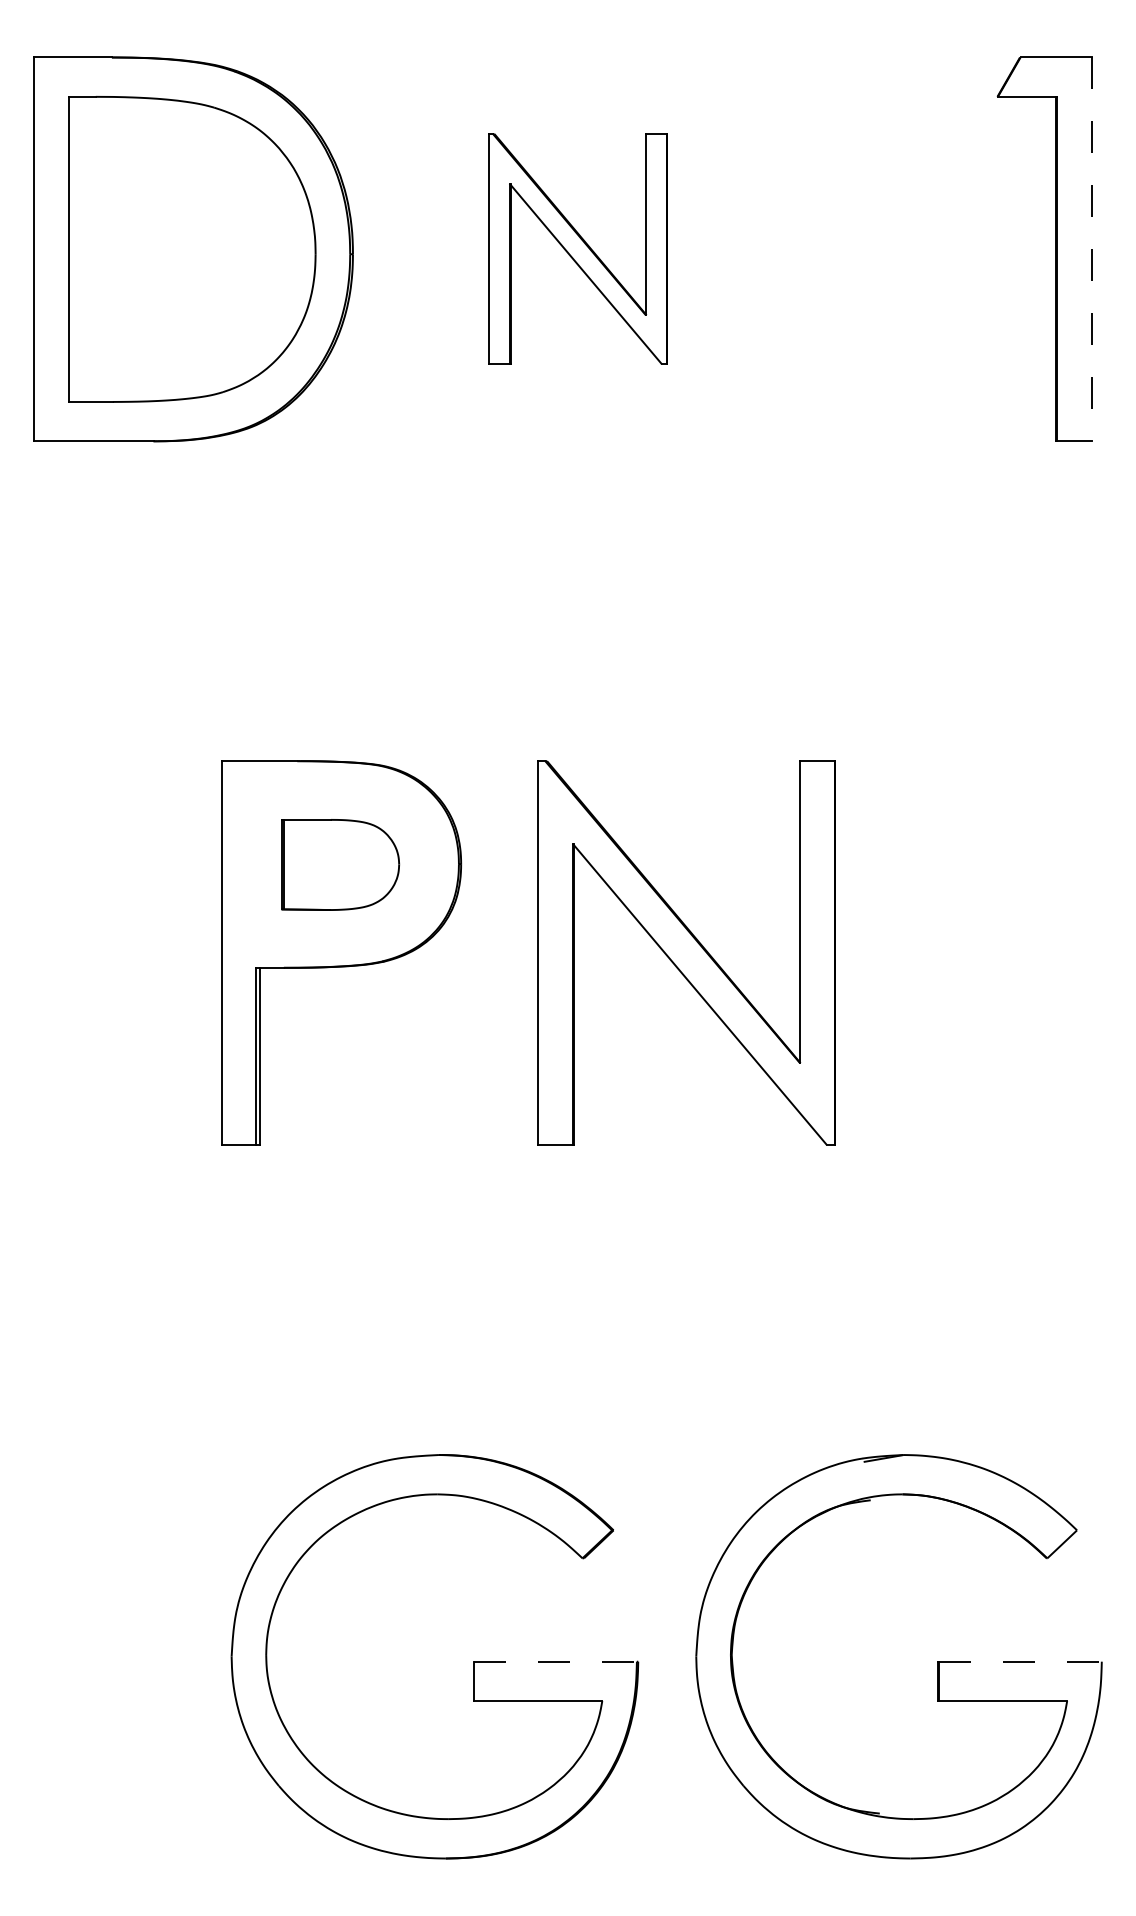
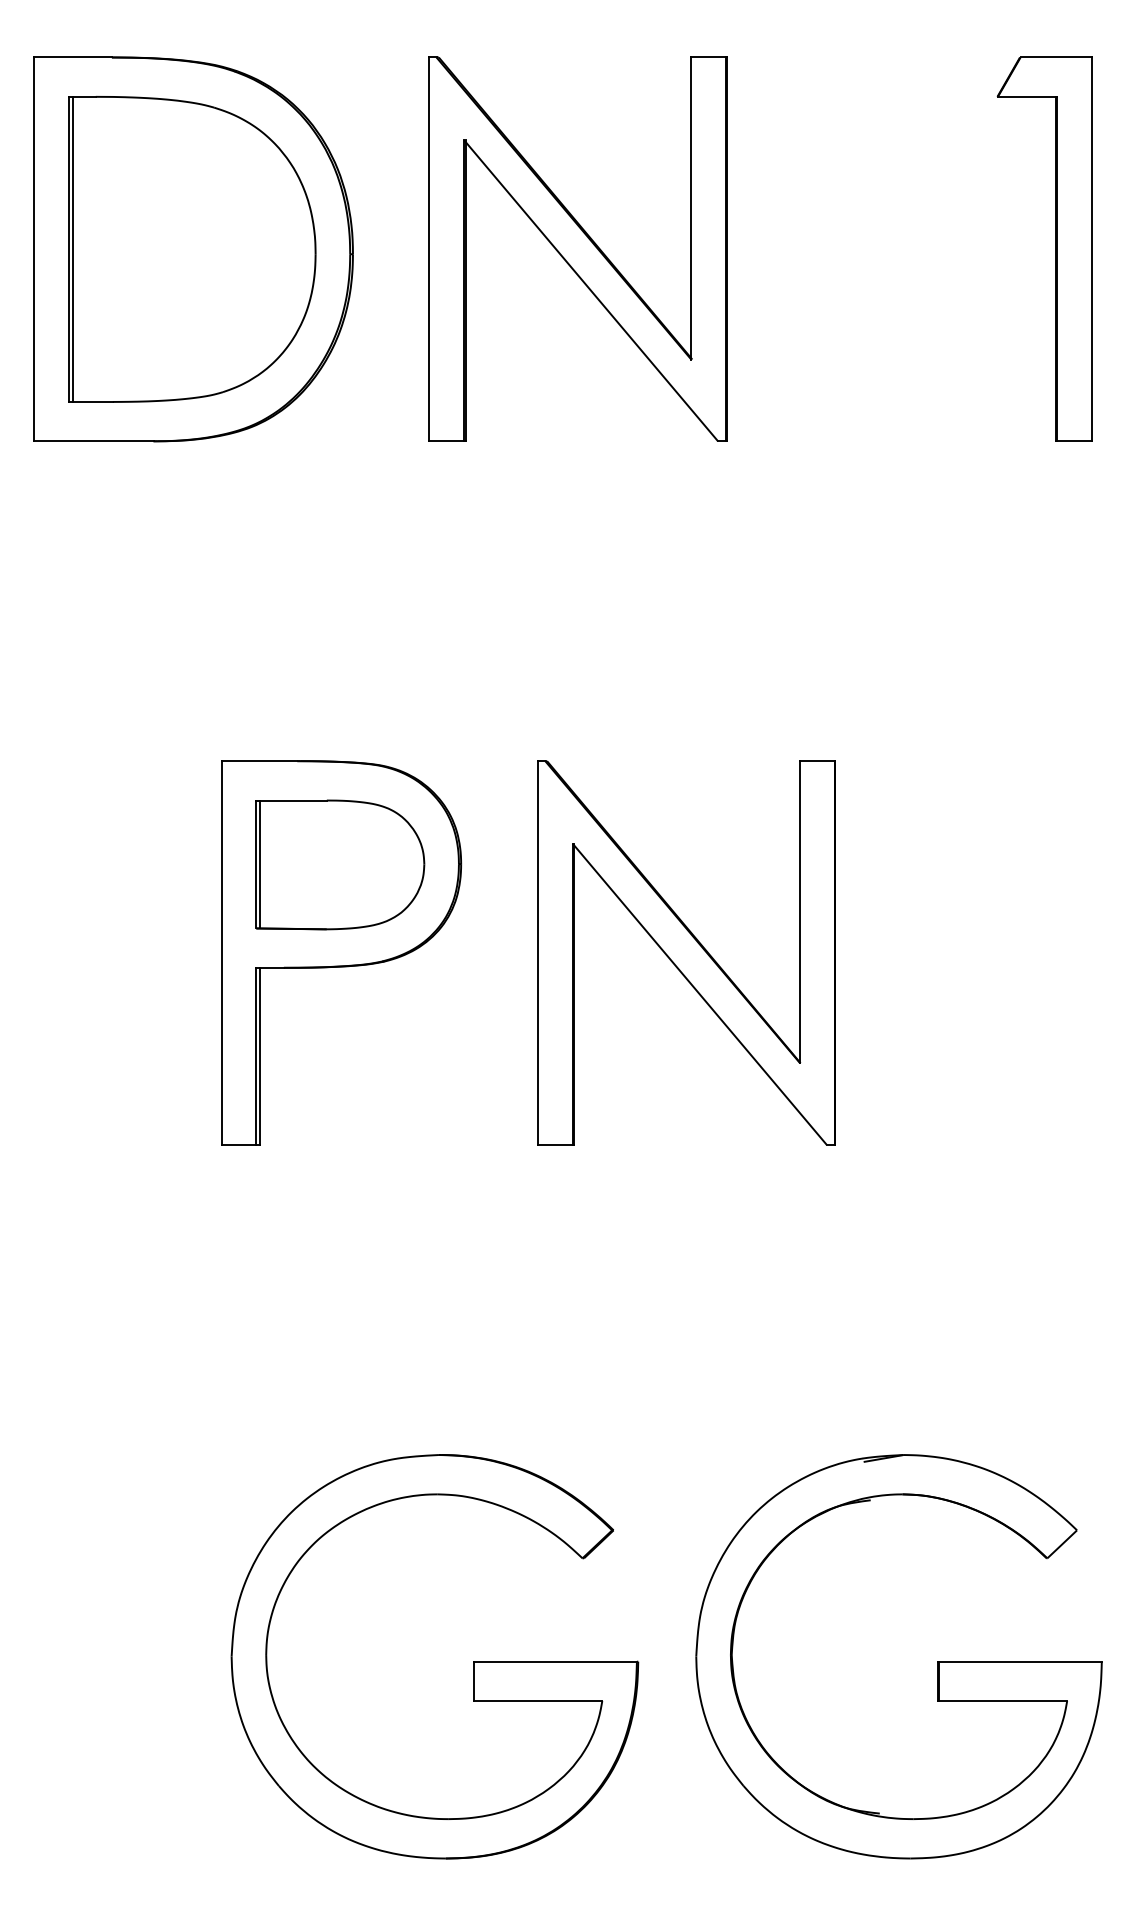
line at (72, 248): none -> present
part at (577, 248) size: 180x232 px -> 300x386 px
line at (1091, 249): dashed -> solid
part at (340, 864) size: 120x92 px -> 171x132 px
line at (555, 1661): dashed -> solid
line at (1020, 1661): dashed -> solid
